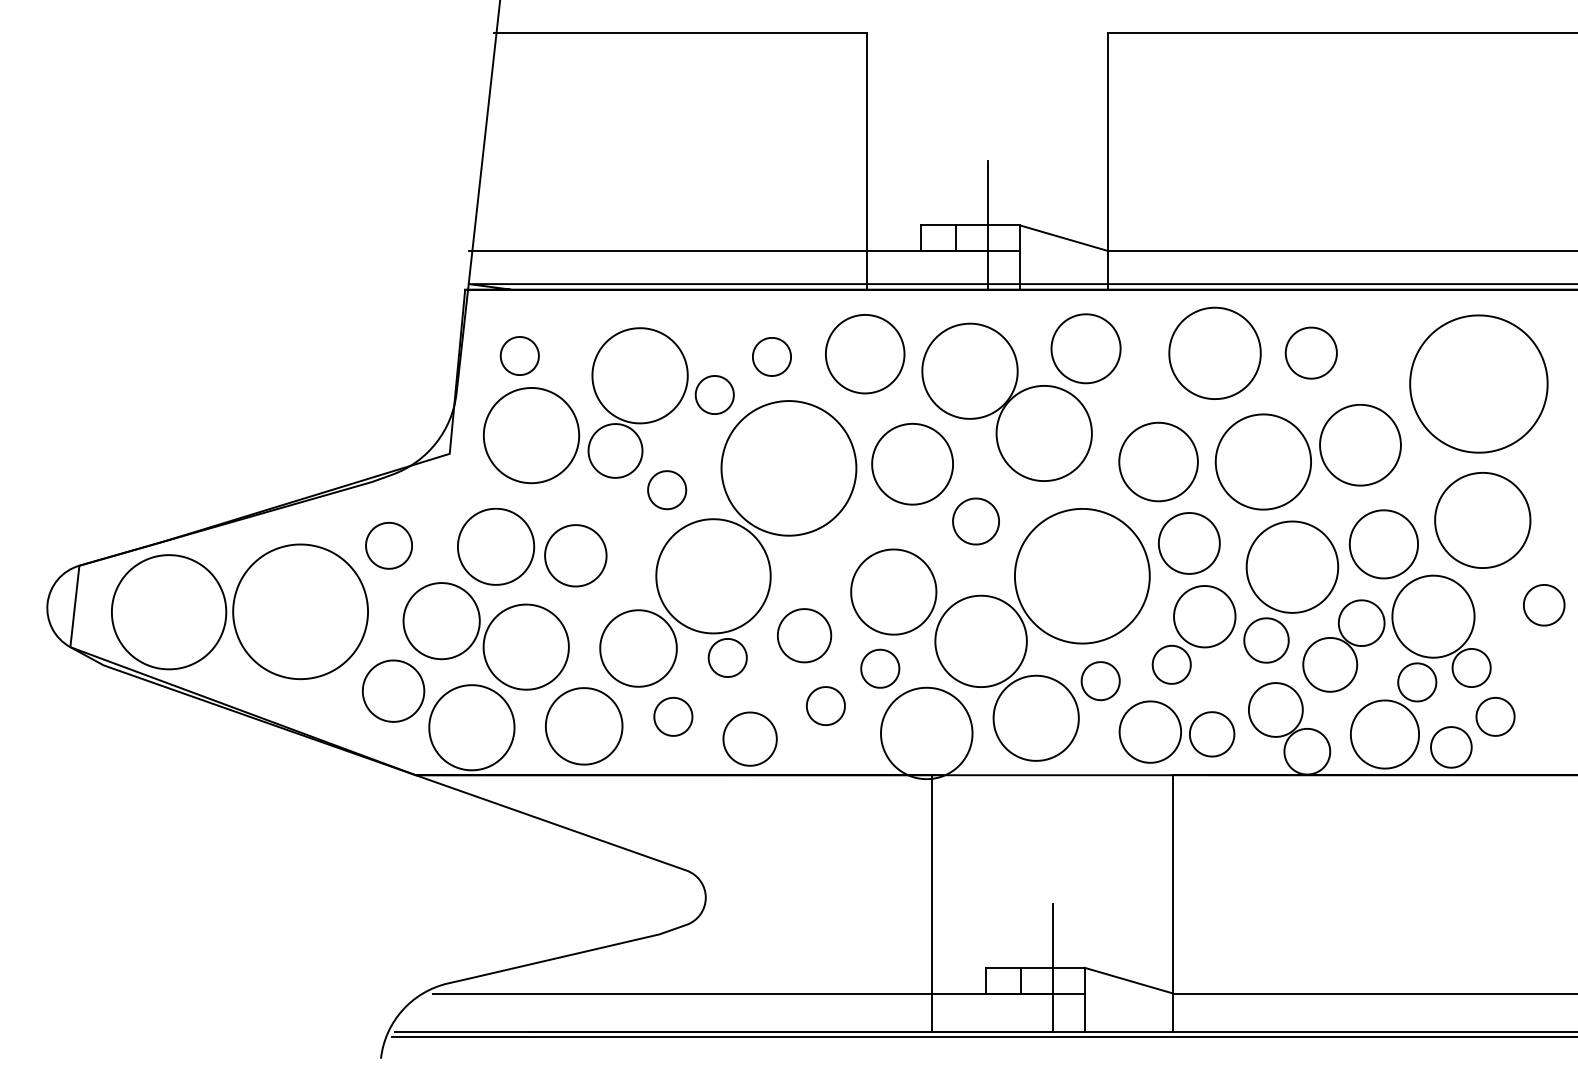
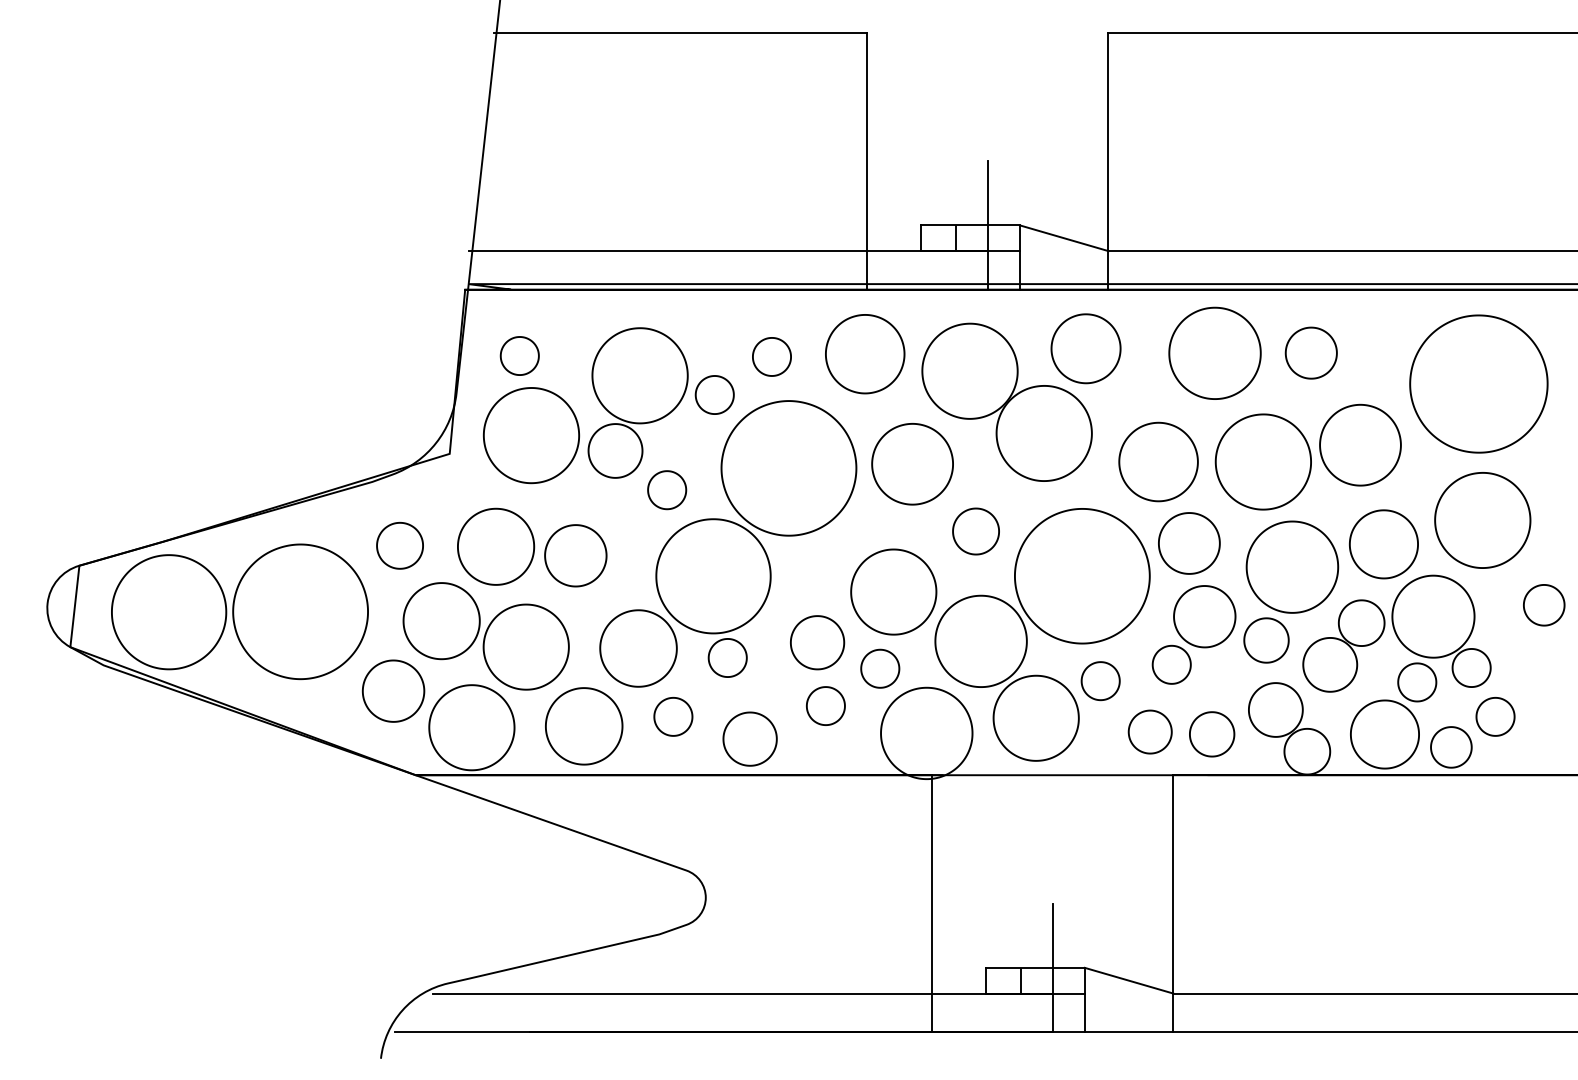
part at (975, 521) position: (975, 521) -> (975, 531)
part at (388, 545) position: (388, 545) -> (399, 545)
part at (804, 635) position: (804, 635) -> (817, 642)
part at (1149, 731) size: 64x64 px -> 46x46 px
line at (983, 1036): present -> none
